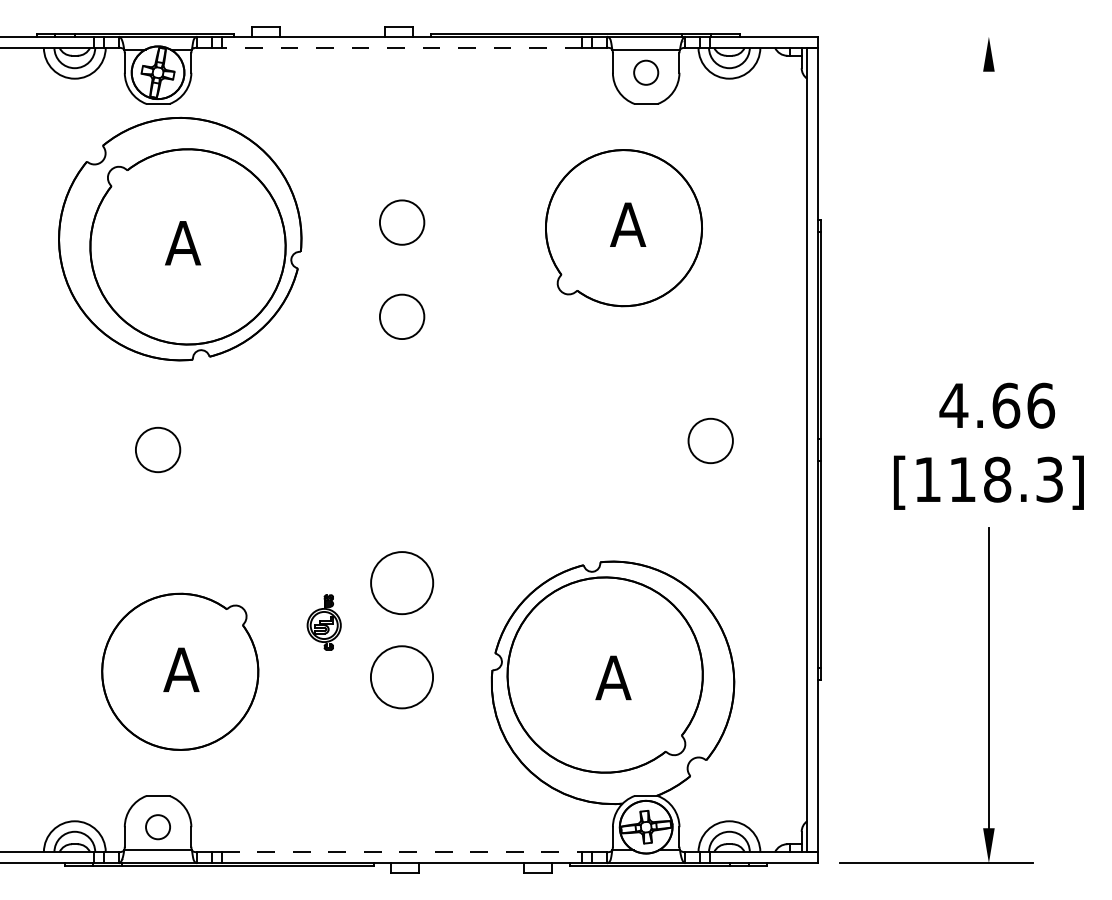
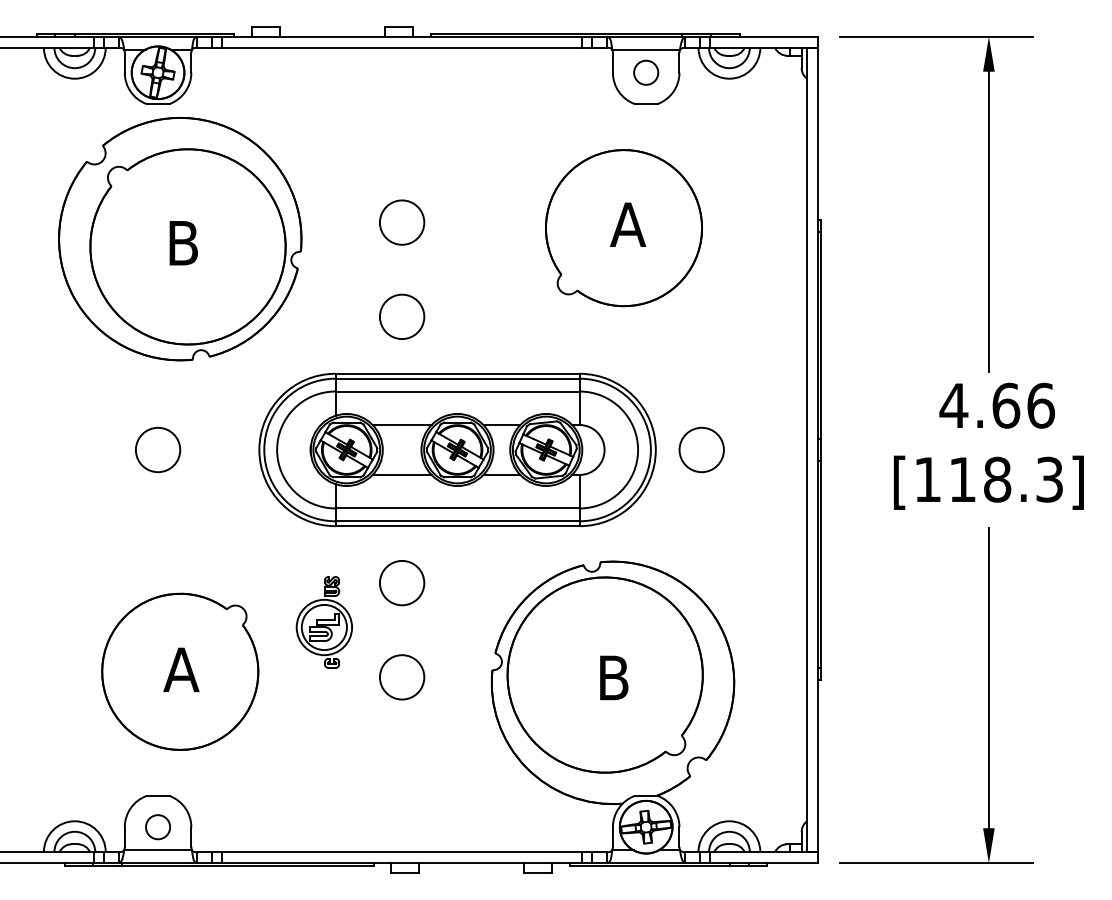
line at (936, 36): none -> present
line at (401, 47): dashed -> solid
line at (988, 221): none -> present
text at (183, 243): A -> B
circle at (710, 440) position: (710, 440) -> (701, 449)
part at (457, 449): none -> present
circle at (402, 583) diameter: 62 px -> 44 px
part at (323, 622) size: 36x57 px -> 58x93 px
circle at (401, 677) size: 64x65 px -> 47x47 px
text at (613, 677): A -> B
line at (402, 852): dashed -> solid
